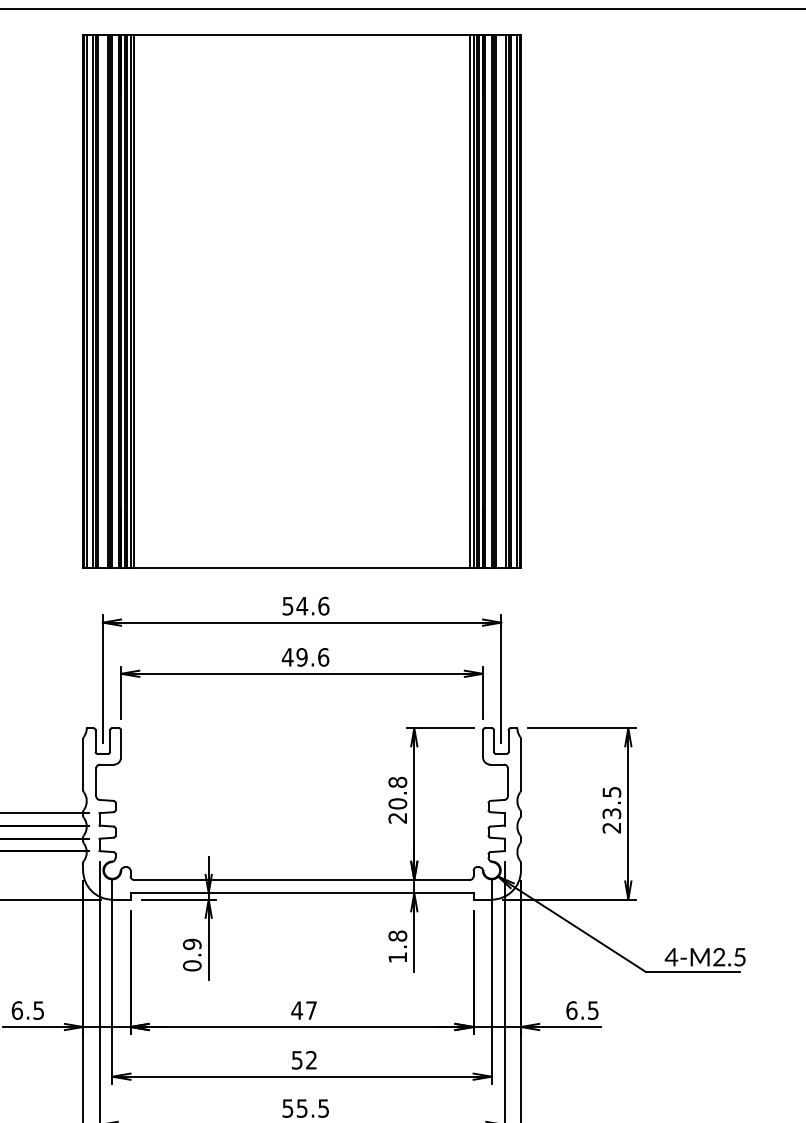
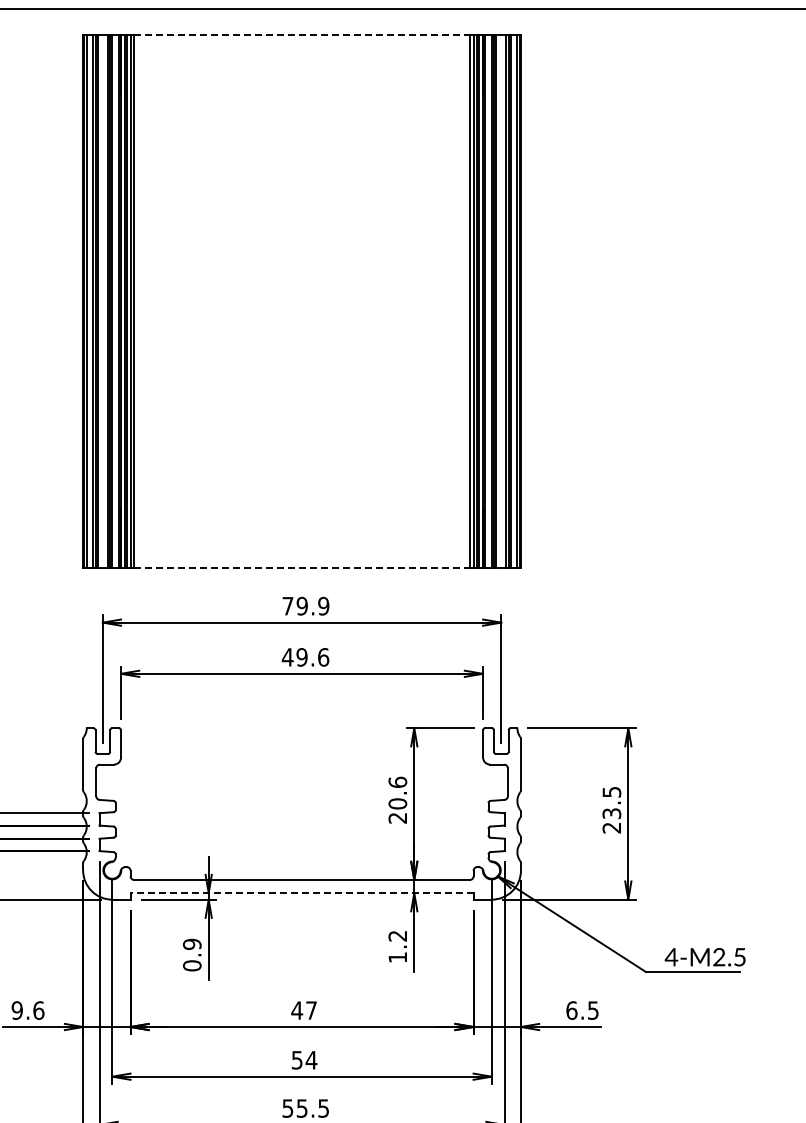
line at (302, 35): solid -> dashed
line at (302, 567): solid -> dashed
text at (305, 605): 54.6 -> 79.9
text at (397, 781): 20.8 -> 20.6
line at (301, 893): solid -> dashed
text at (397, 935): 1.8 -> 1.2
text at (27, 1010): 6.5 -> 9.6
text at (311, 1059): 52 -> 54
